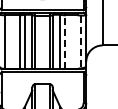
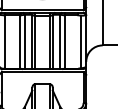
line at (65, 41): dashed -> solid
line at (80, 42): dashed -> solid
